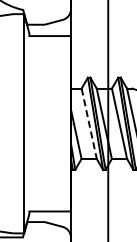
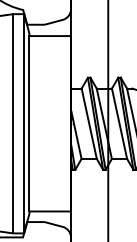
line at (13, 123): none -> present
line at (29, 123): none -> present
line at (89, 123): dashed -> solid
